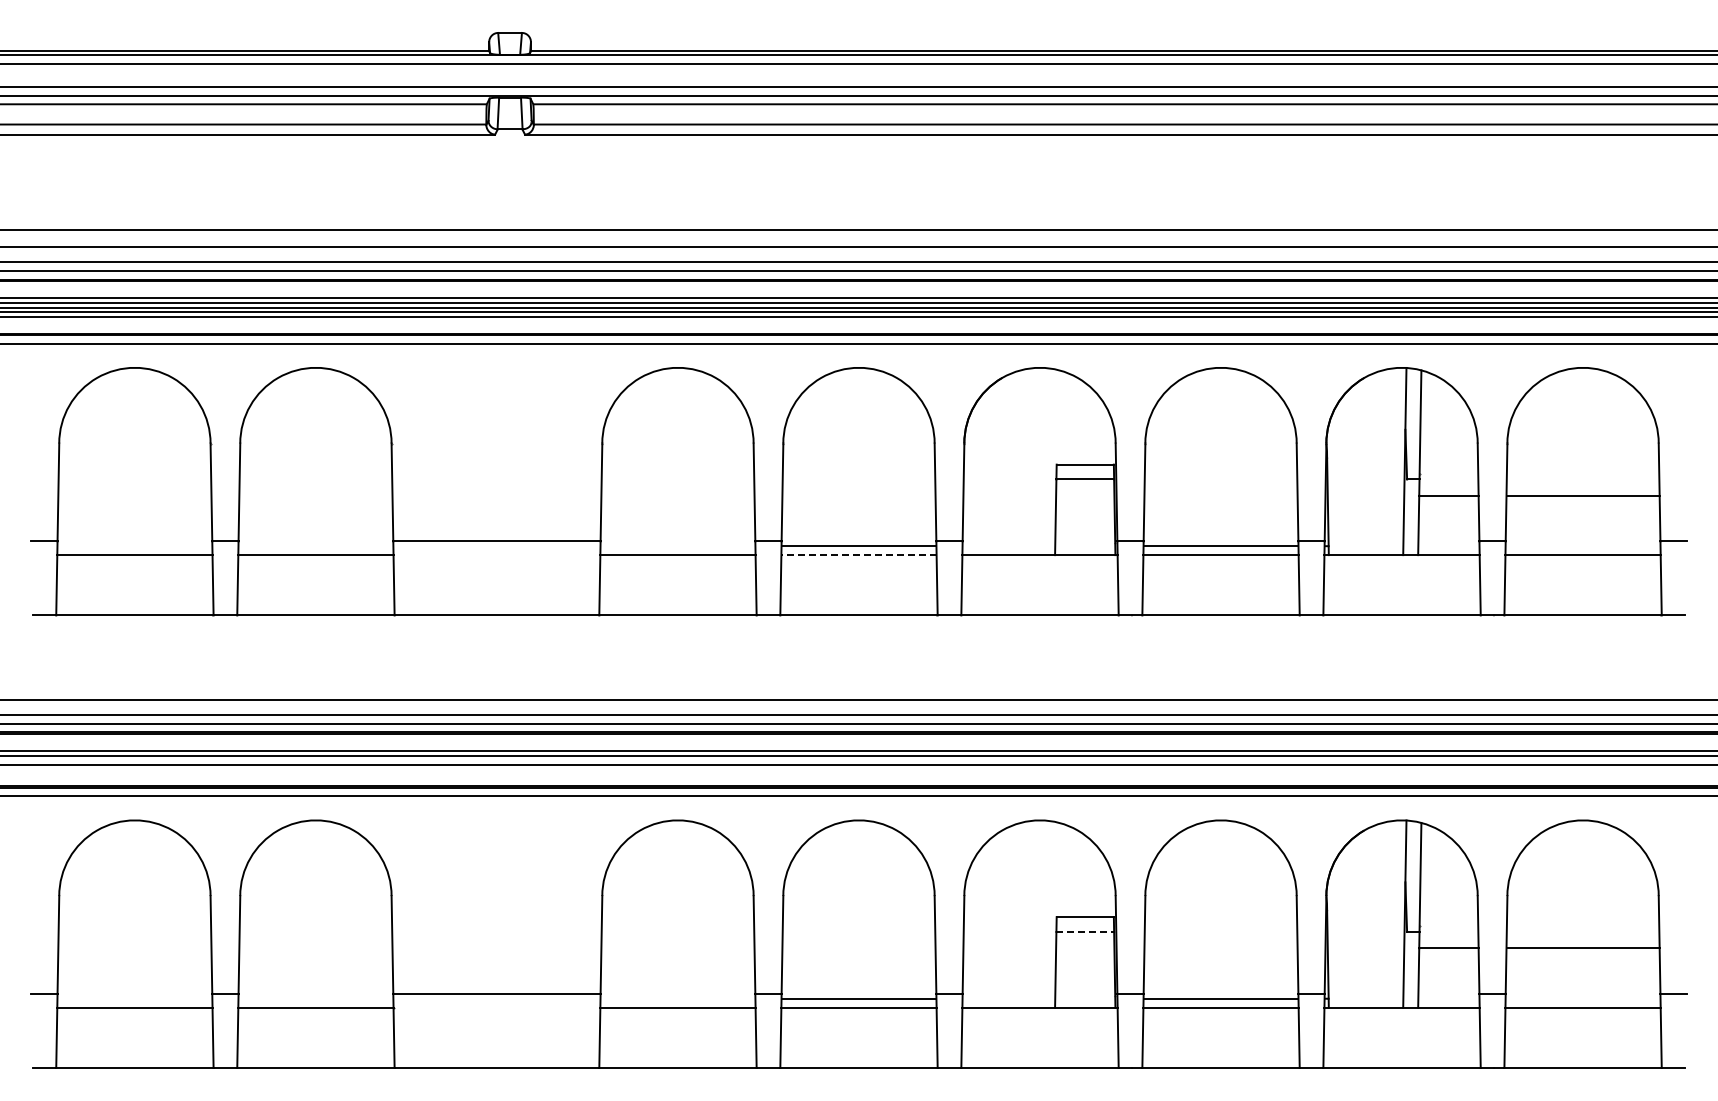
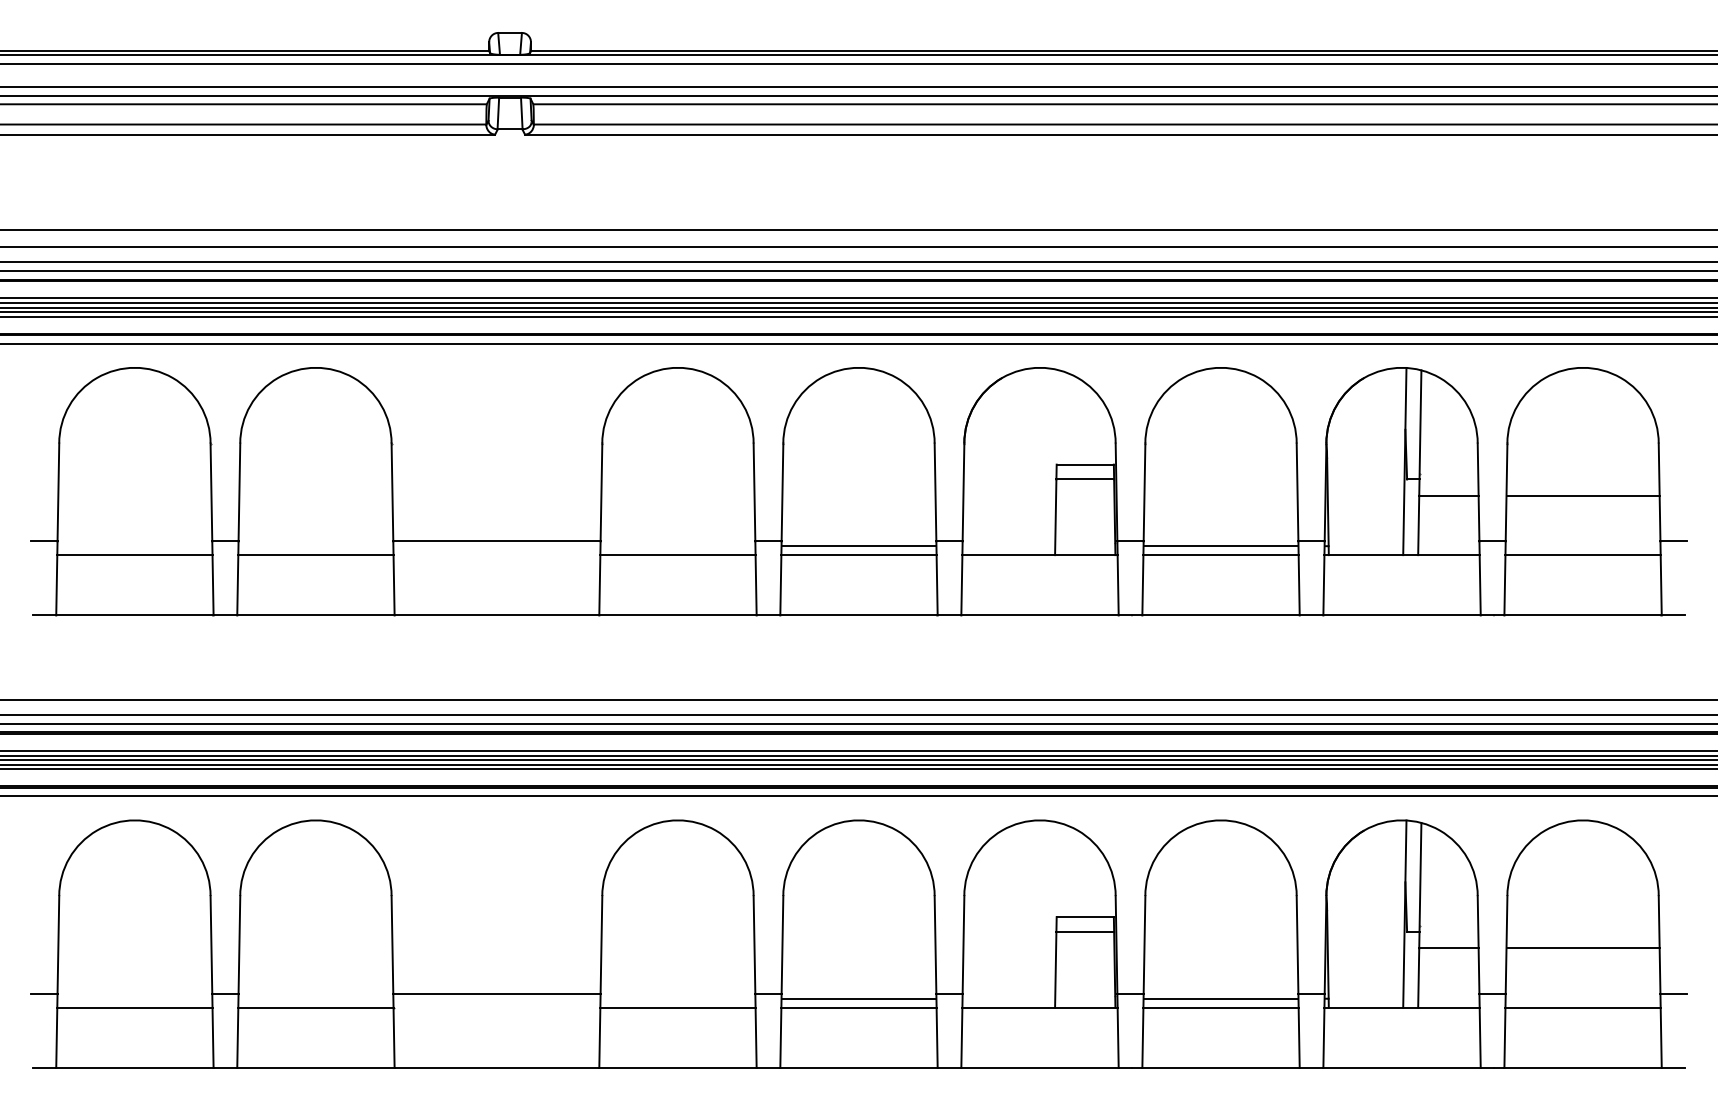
line at (859, 555): dashed -> solid
line at (858, 760): none -> present
line at (858, 769): none -> present
line at (1085, 931): dashed -> solid
